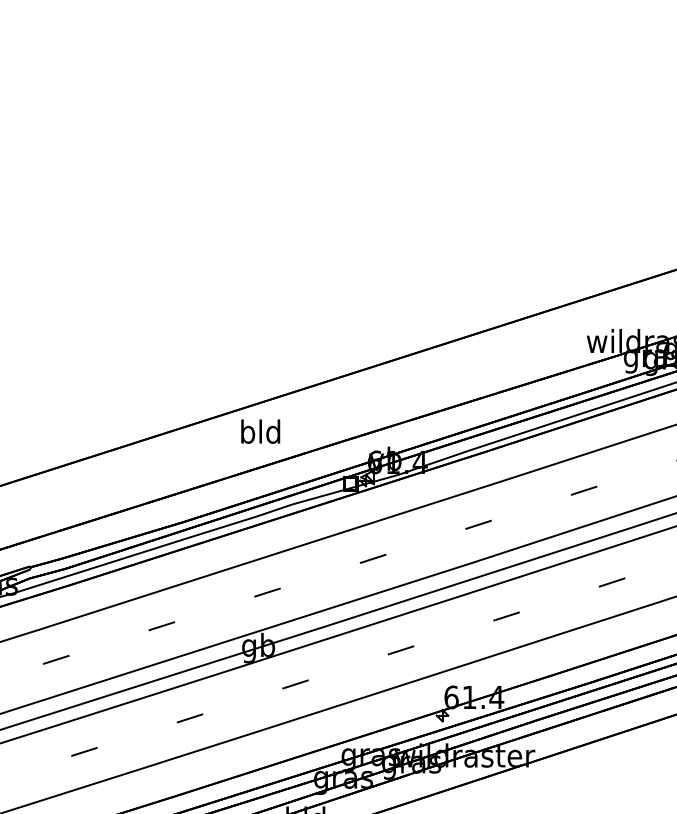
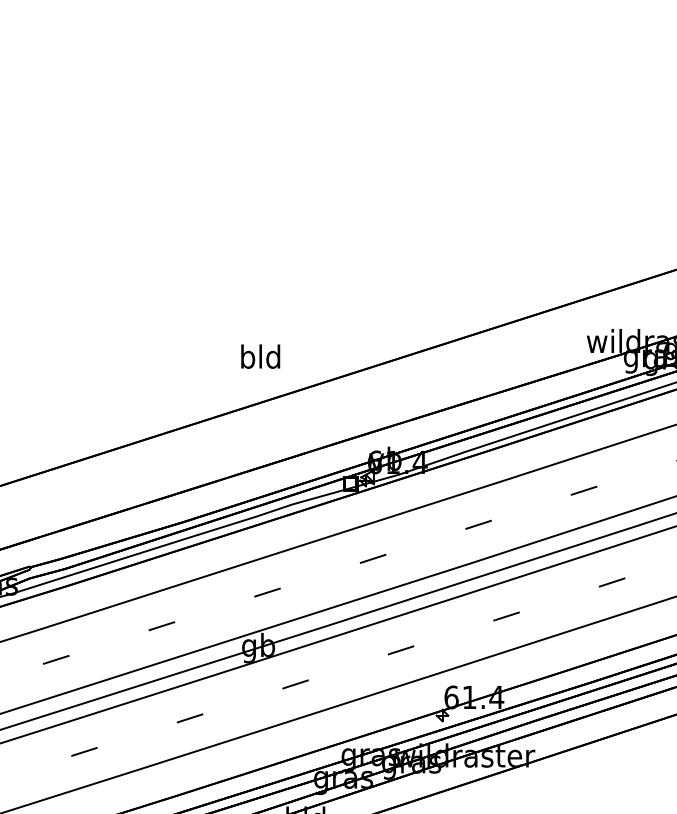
text at (260, 431) position: (260, 431) -> (260, 356)
